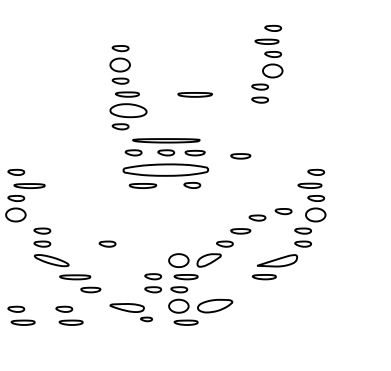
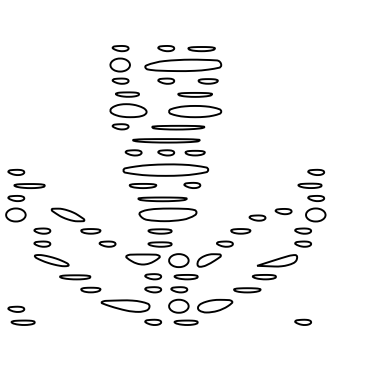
part at (267, 63): present -> none
part at (183, 64): none -> present
part at (186, 117): none -> present
part at (240, 156): present -> none
part at (75, 220): none -> present
part at (161, 230): none -> present
part at (247, 290): none -> present
part at (130, 312) size: 44x20 px -> 62x27 px
part at (69, 315): present -> none
part at (302, 321): none -> present
